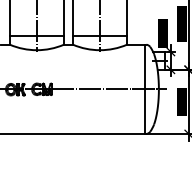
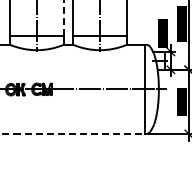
line at (64, 18): solid -> dashed
line at (72, 133): solid -> dashed
